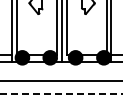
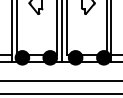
line at (61, 94): dashed -> solid
